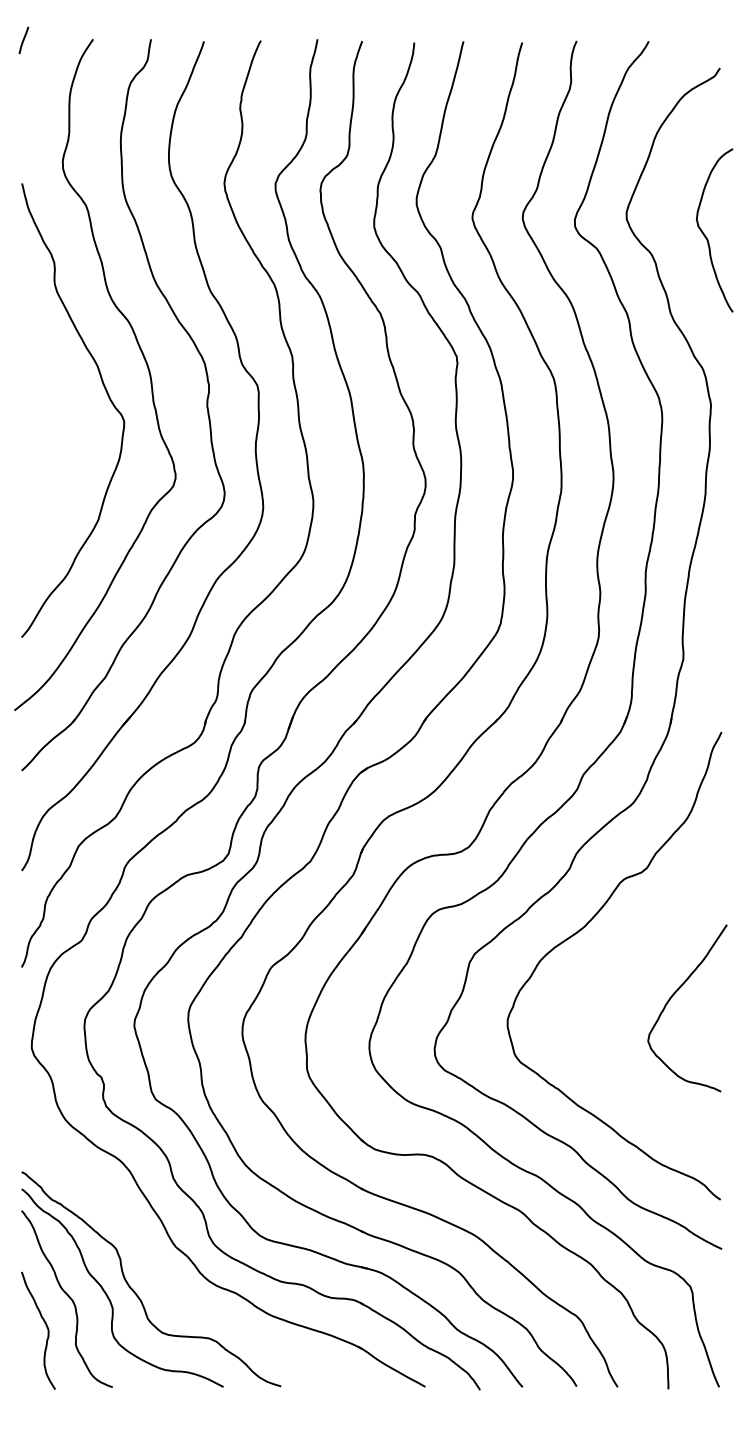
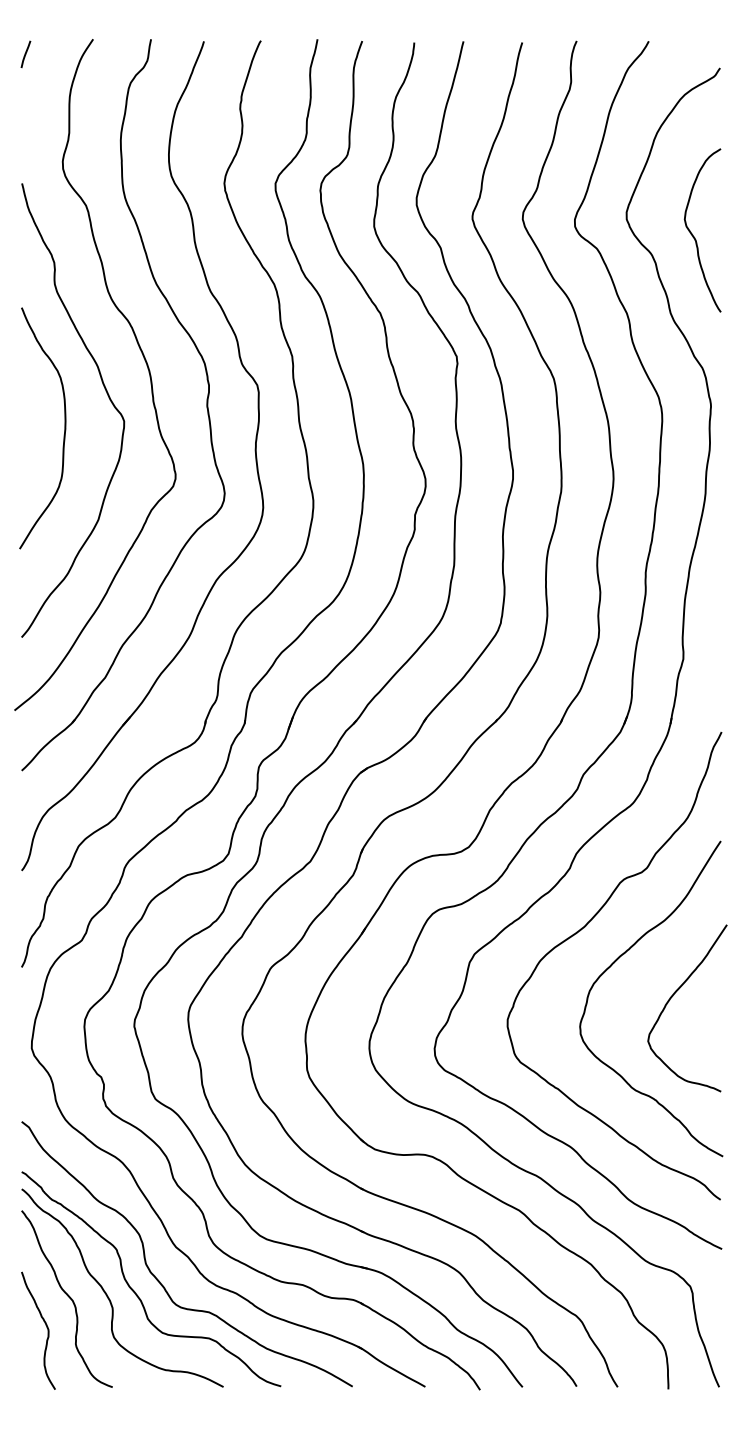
line at (23, 40) position: (23, 40) -> (25, 54)
curve at (707, 237) position: (707, 237) -> (695, 237)
curve at (64, 428): none -> present
curve at (615, 962): none -> present
curve at (155, 1275): none -> present
